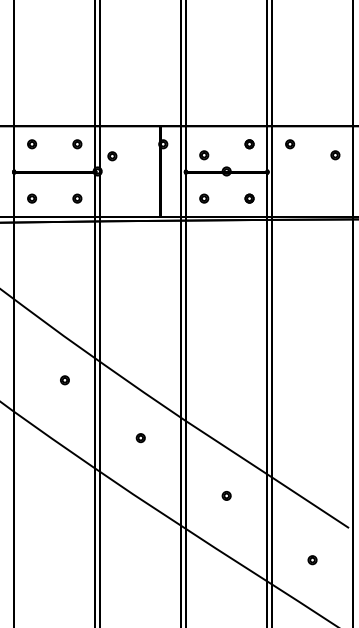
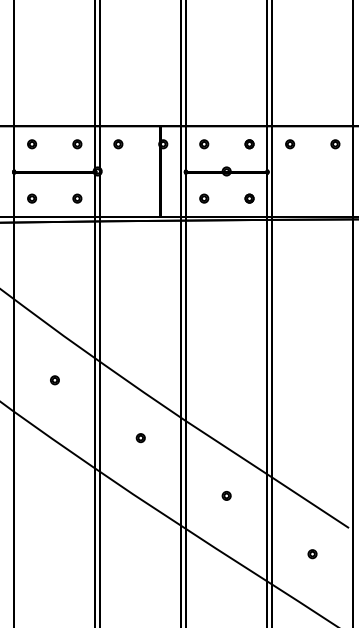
part at (204, 155) position: (204, 155) -> (204, 144)
part at (335, 155) position: (335, 155) -> (335, 144)
part at (112, 156) position: (112, 156) -> (118, 144)
part at (64, 380) position: (64, 380) -> (54, 380)
part at (312, 560) position: (312, 560) -> (312, 554)
